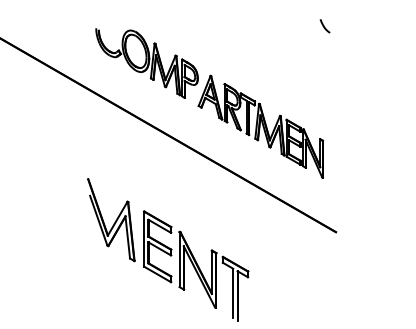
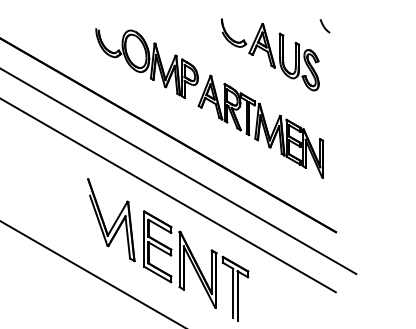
part at (269, 54): none -> present
line at (179, 171): none -> present
line at (168, 195): none -> present
line at (91, 273): none -> present
